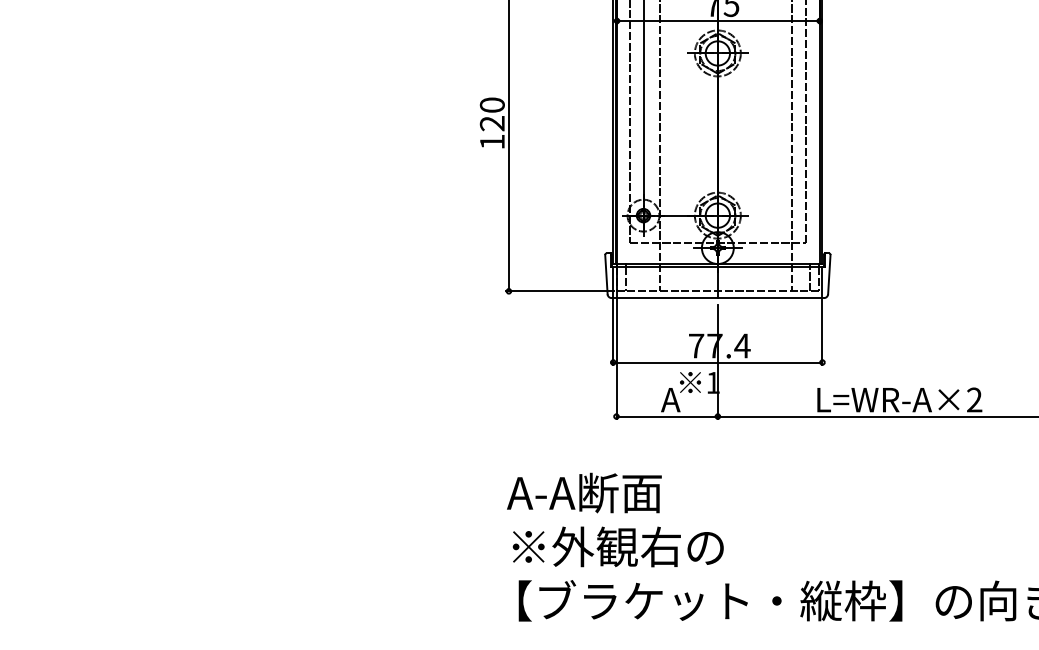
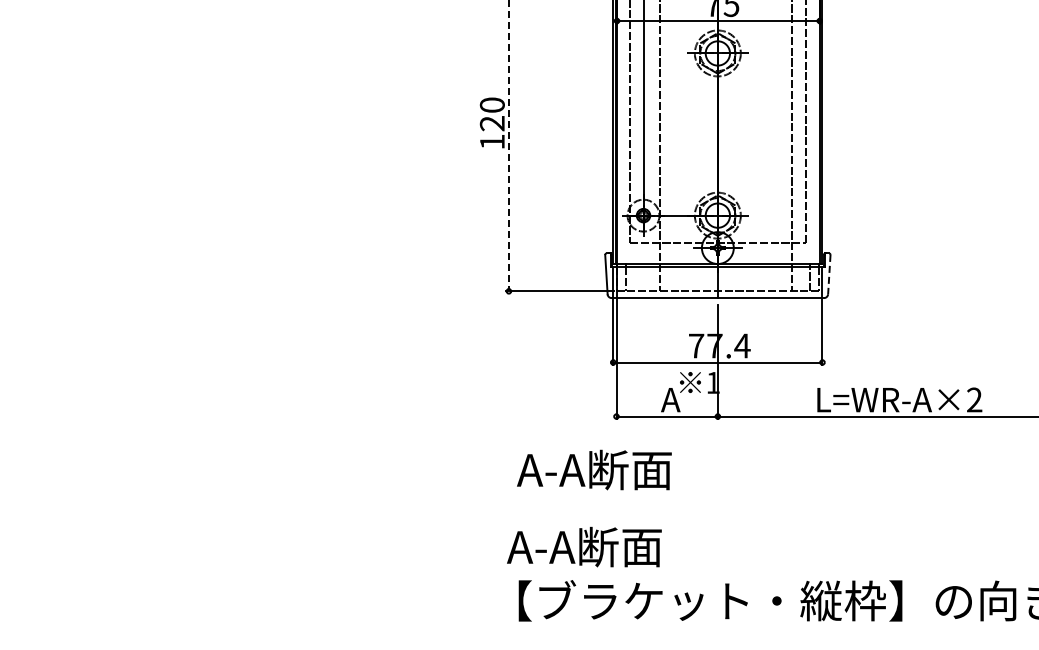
line at (508, 146): solid -> dashed
line at (829, 274): solid -> dashed
text at (584, 492) position: (584, 492) -> (594, 469)
text at (615, 546): ※外観右の -> A-A断面
